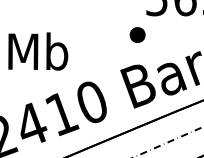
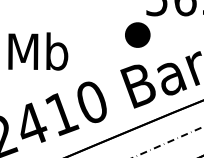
part at (137, 34) size: 17x16 px -> 26x26 px
